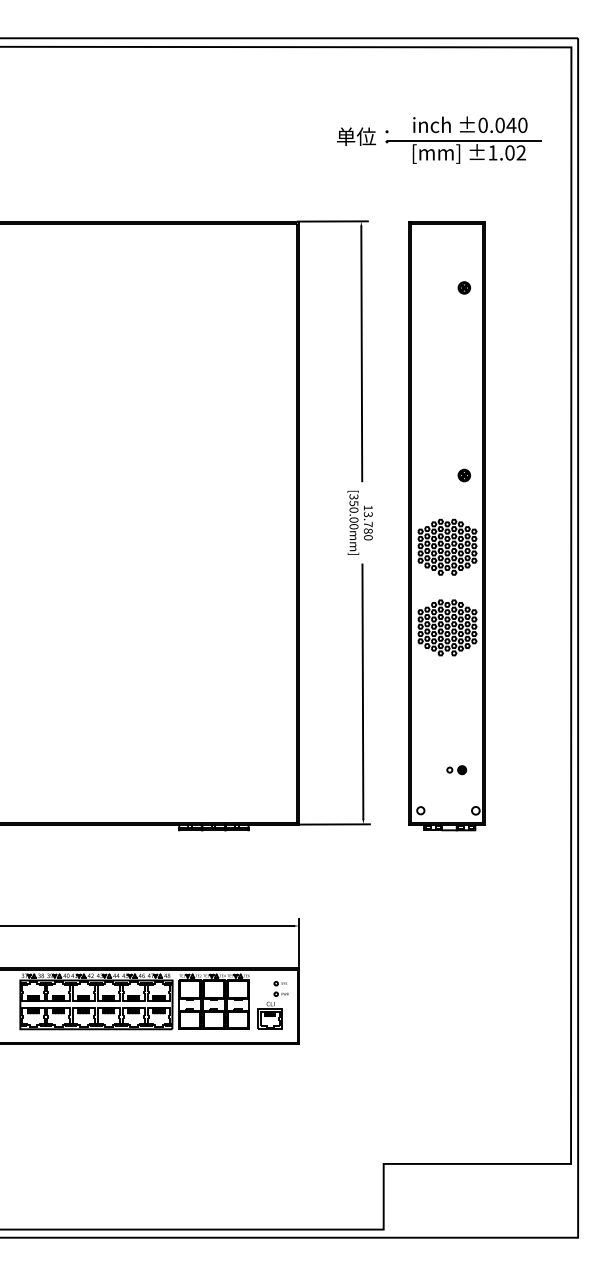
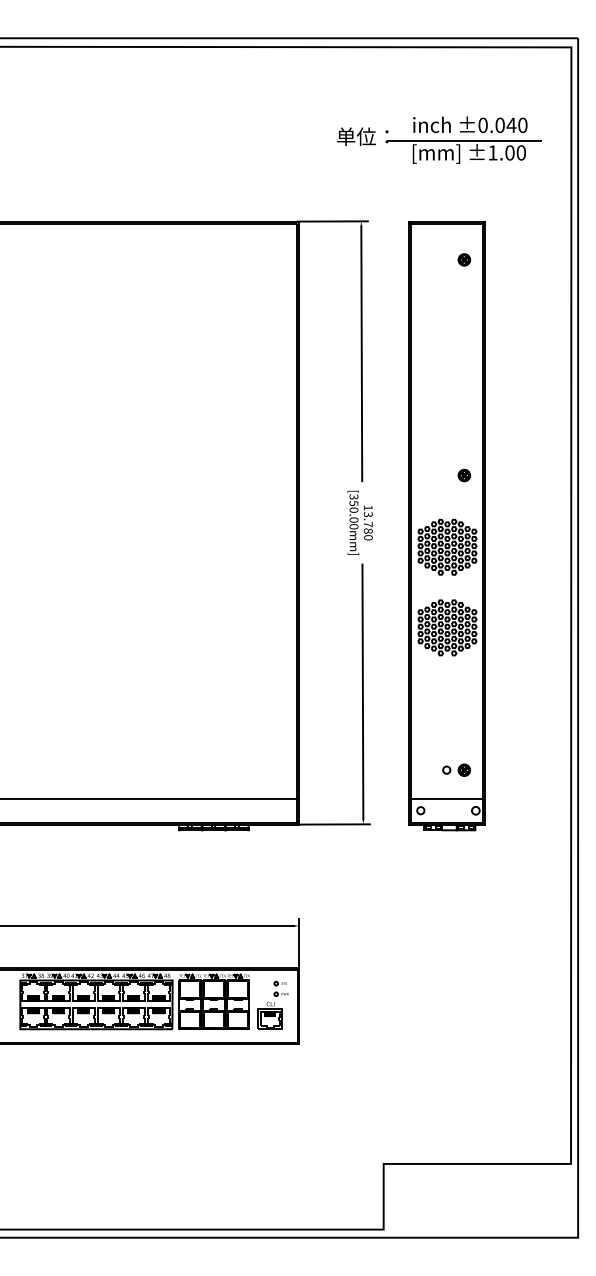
text at (520, 152): ±1.02 -> ±1.00
part at (464, 287) position: (464, 287) -> (464, 259)
part at (456, 770) size: 22x11 px -> 30x14 px
line at (149, 799): none -> present
line at (447, 799): none -> present
